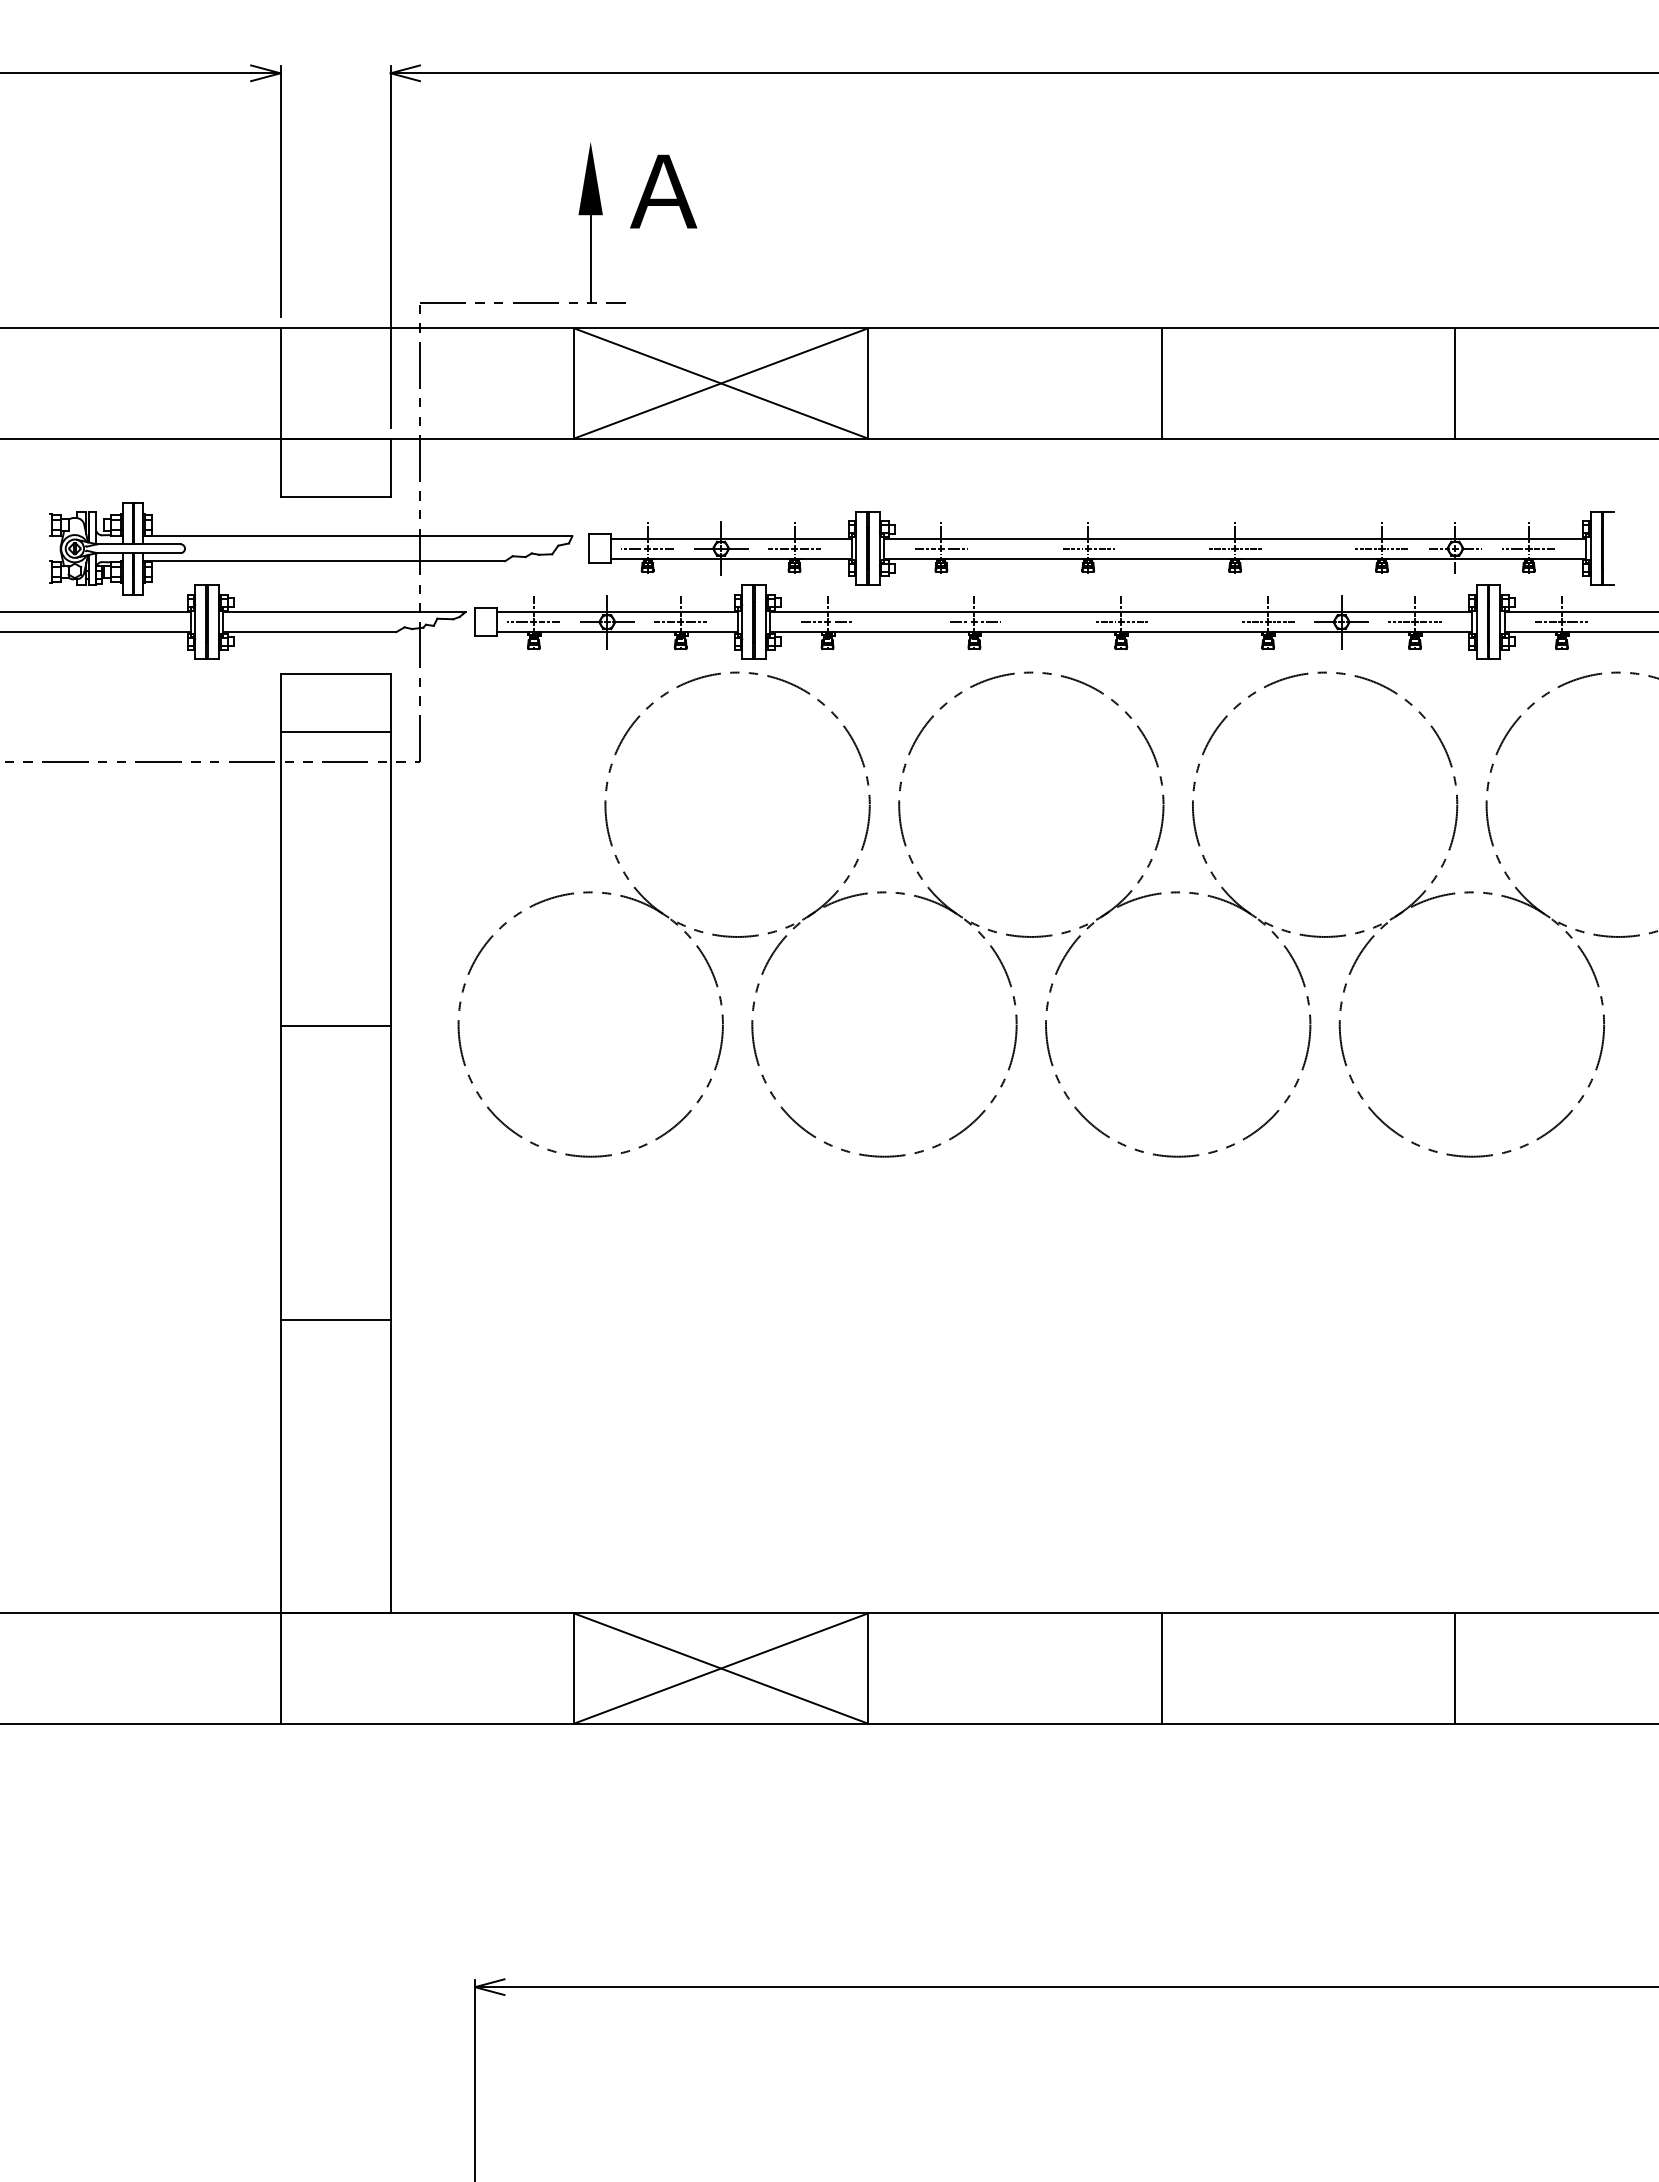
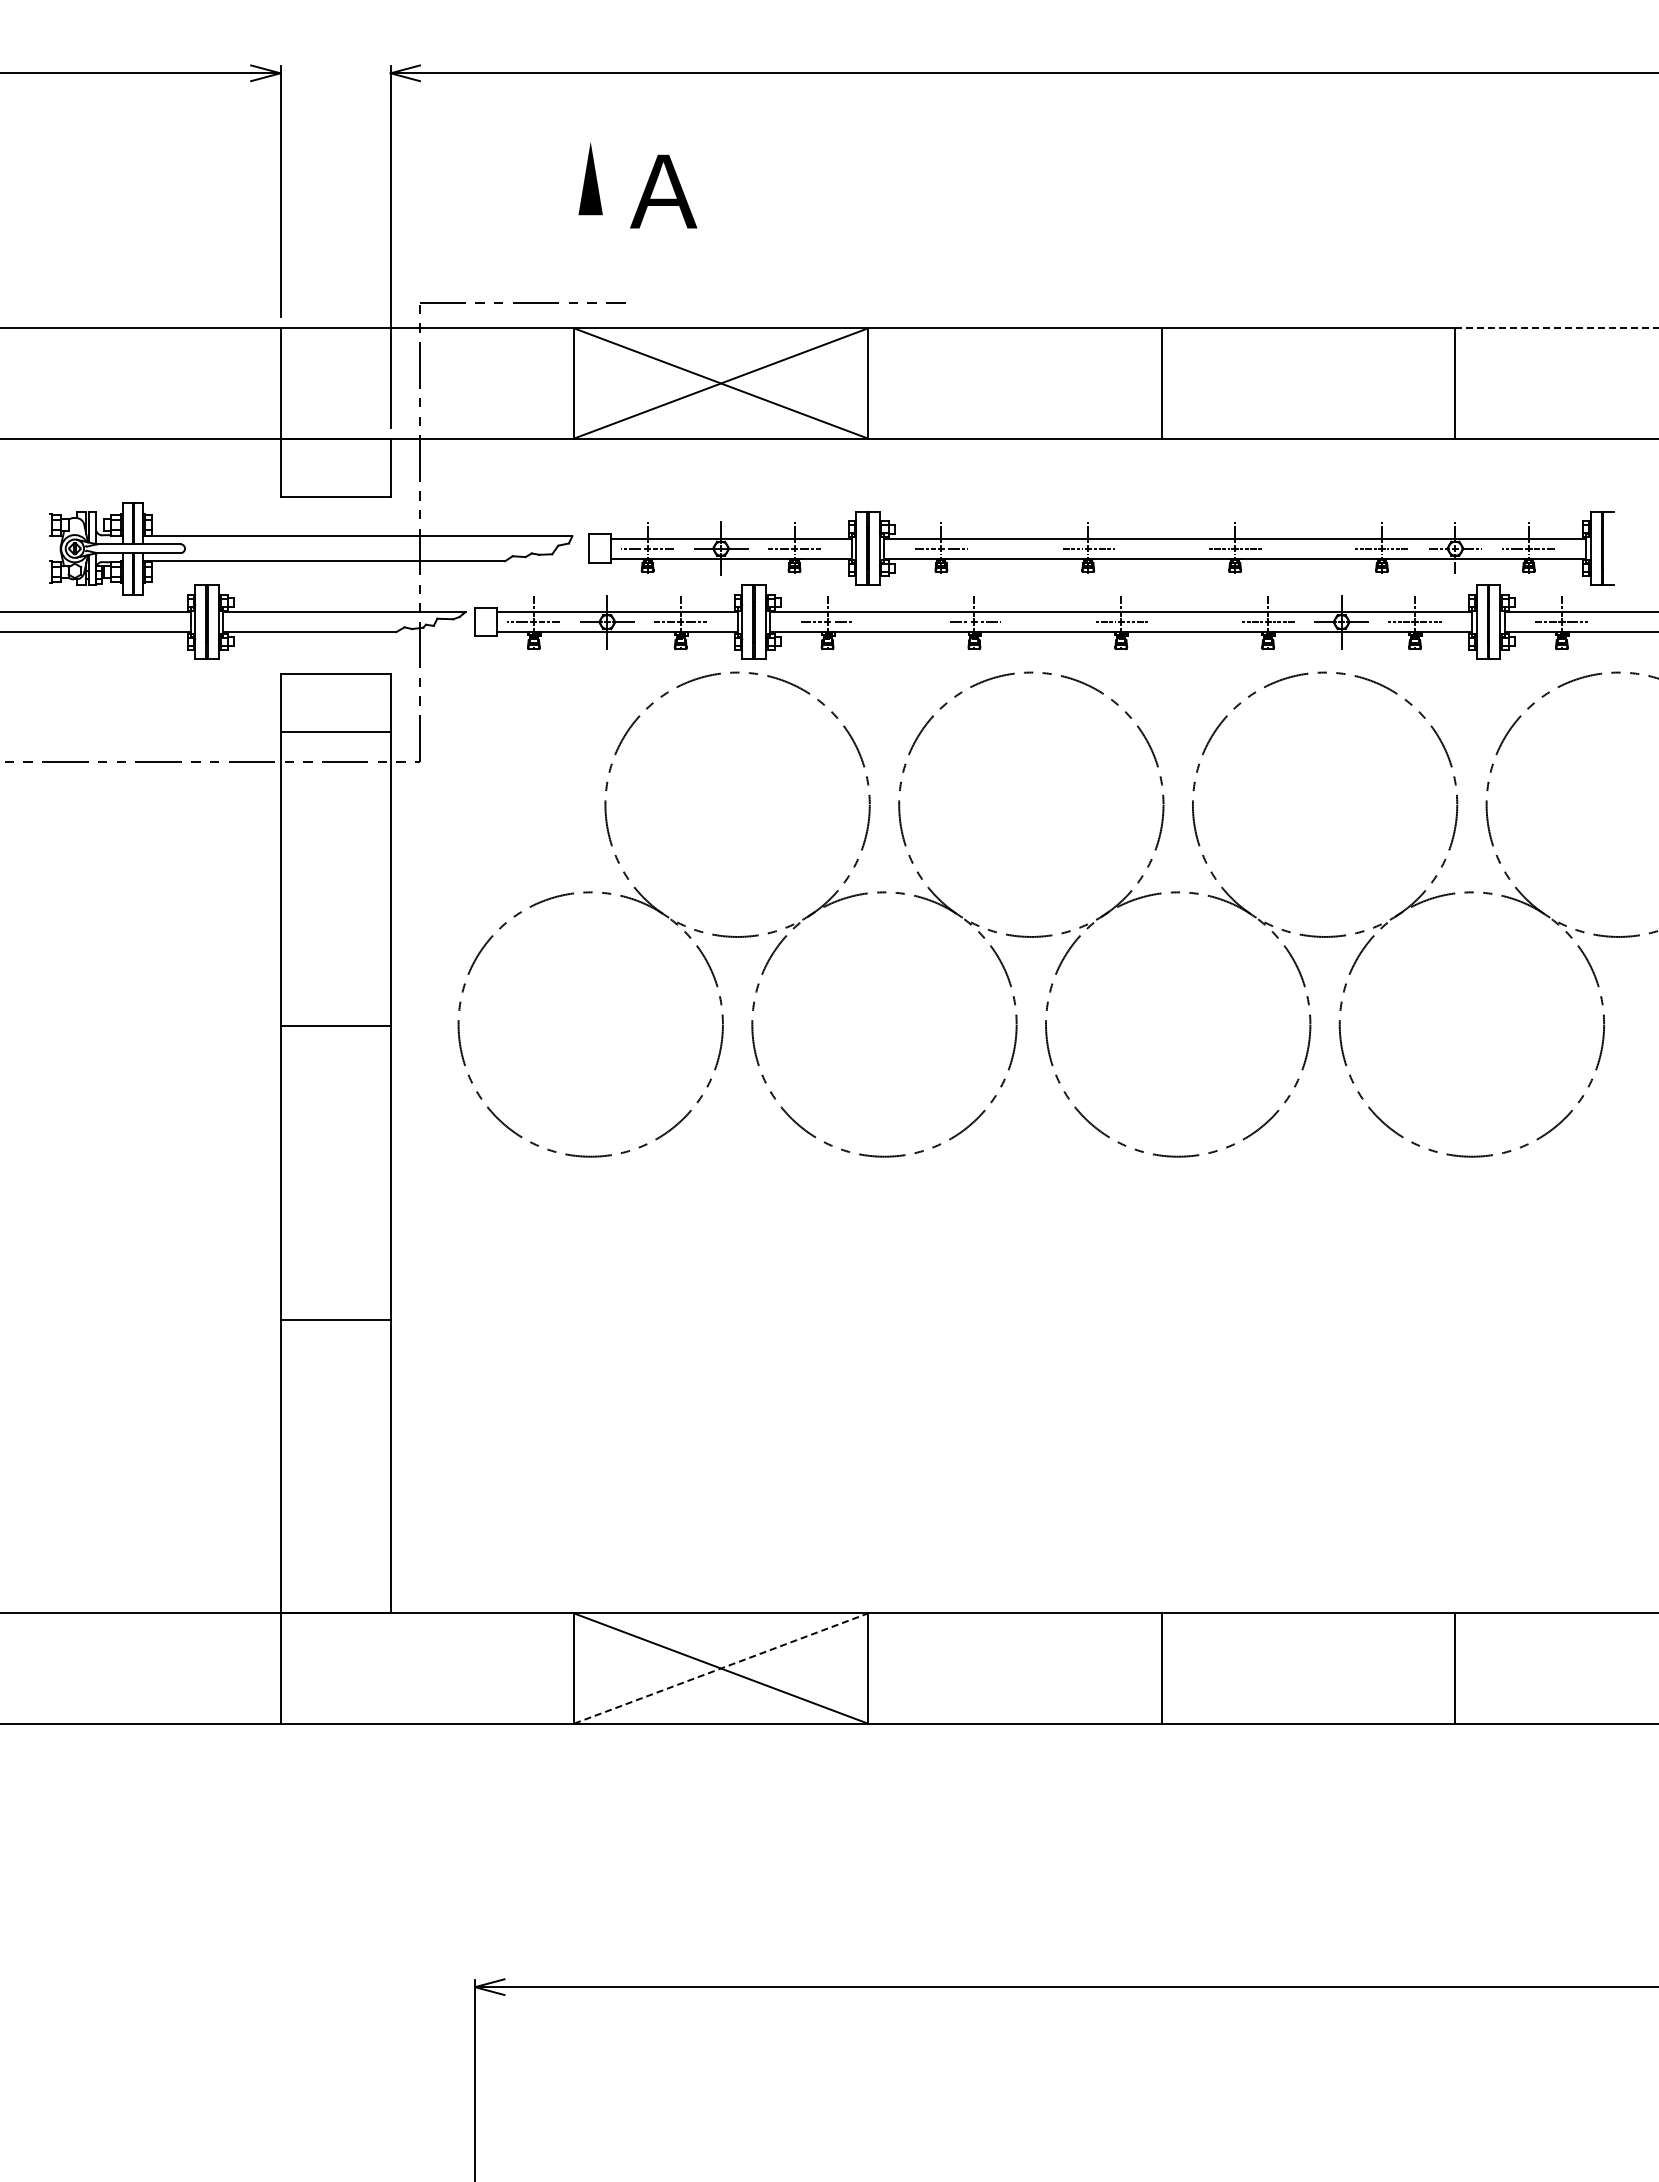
line at (590, 258): present -> none
line at (1557, 328): solid -> dashed
line at (721, 1668): solid -> dashed
